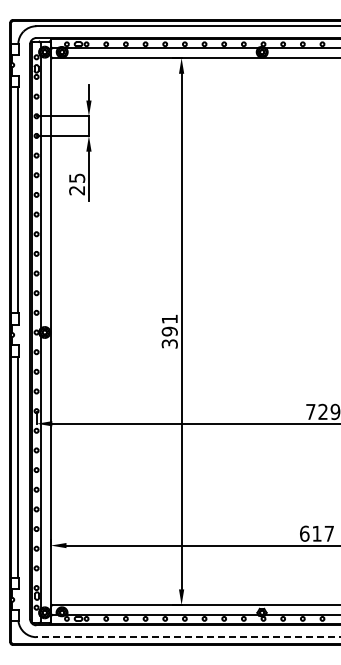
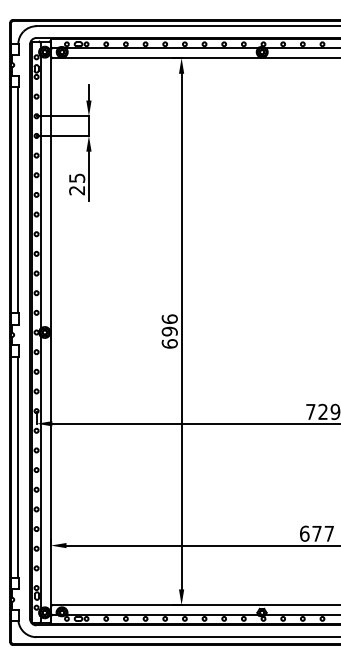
text at (169, 331): 391 -> 696
text at (316, 533): 617 -> 677
line at (188, 637): dashed -> solid
